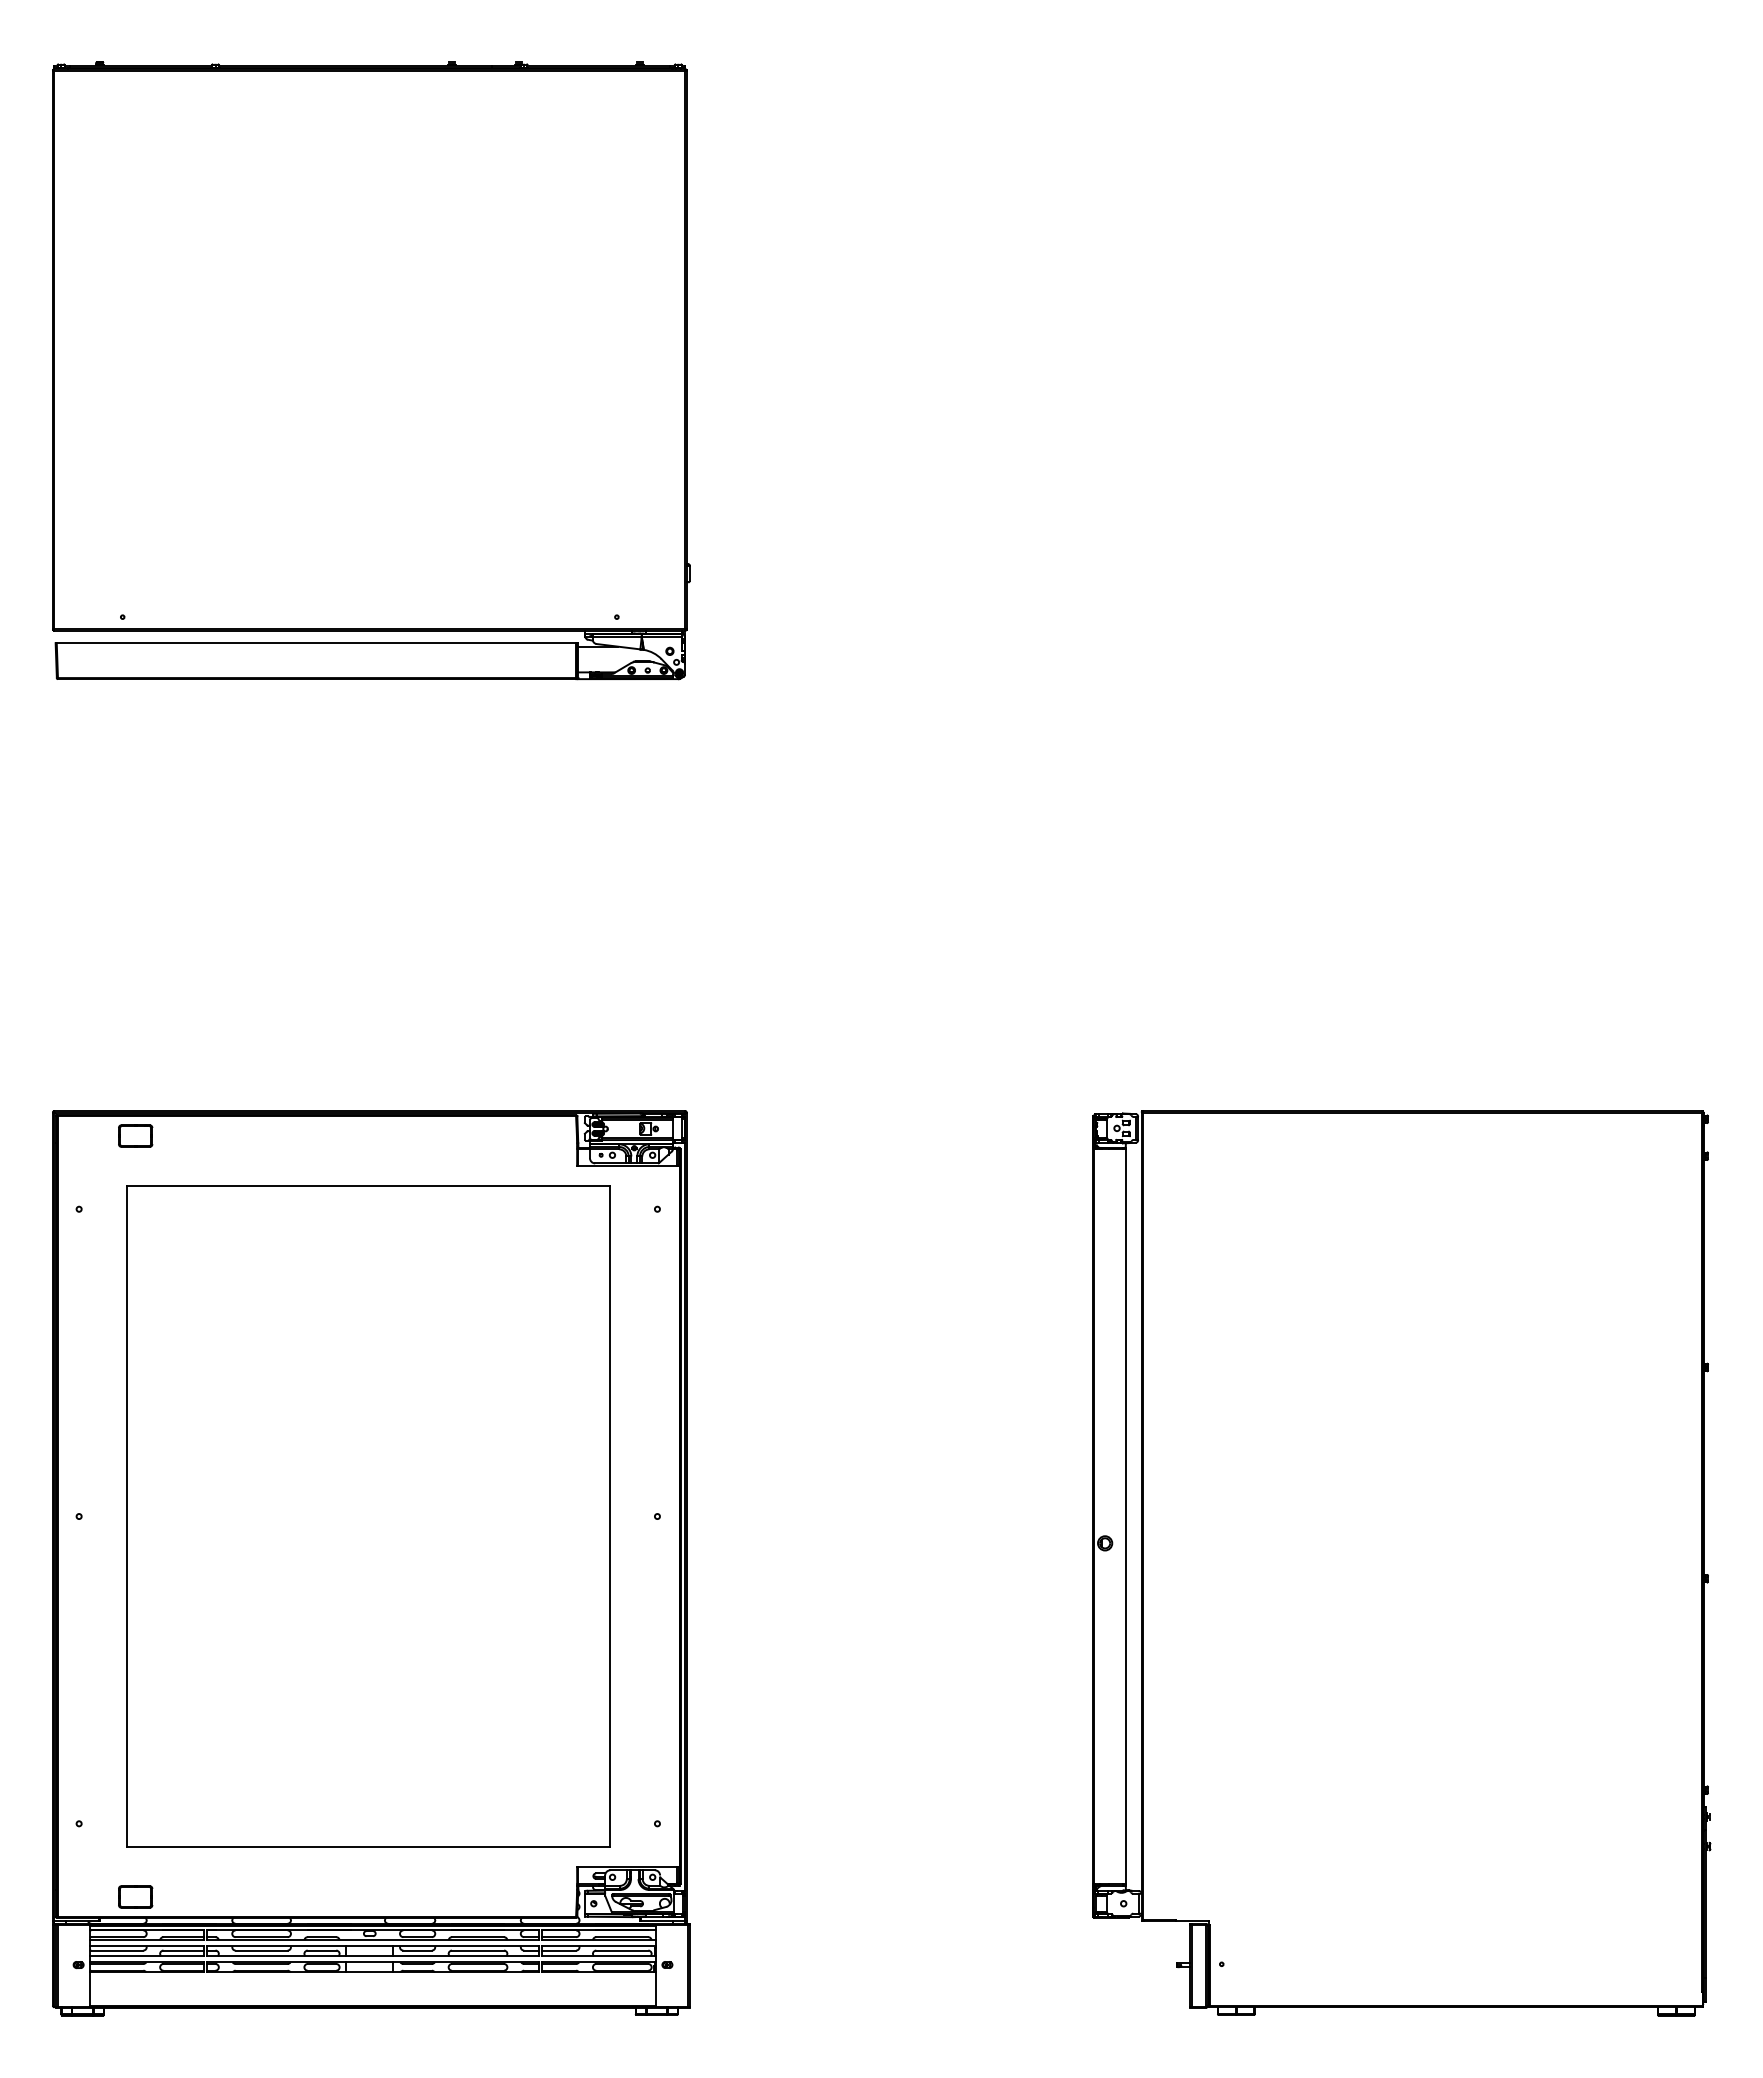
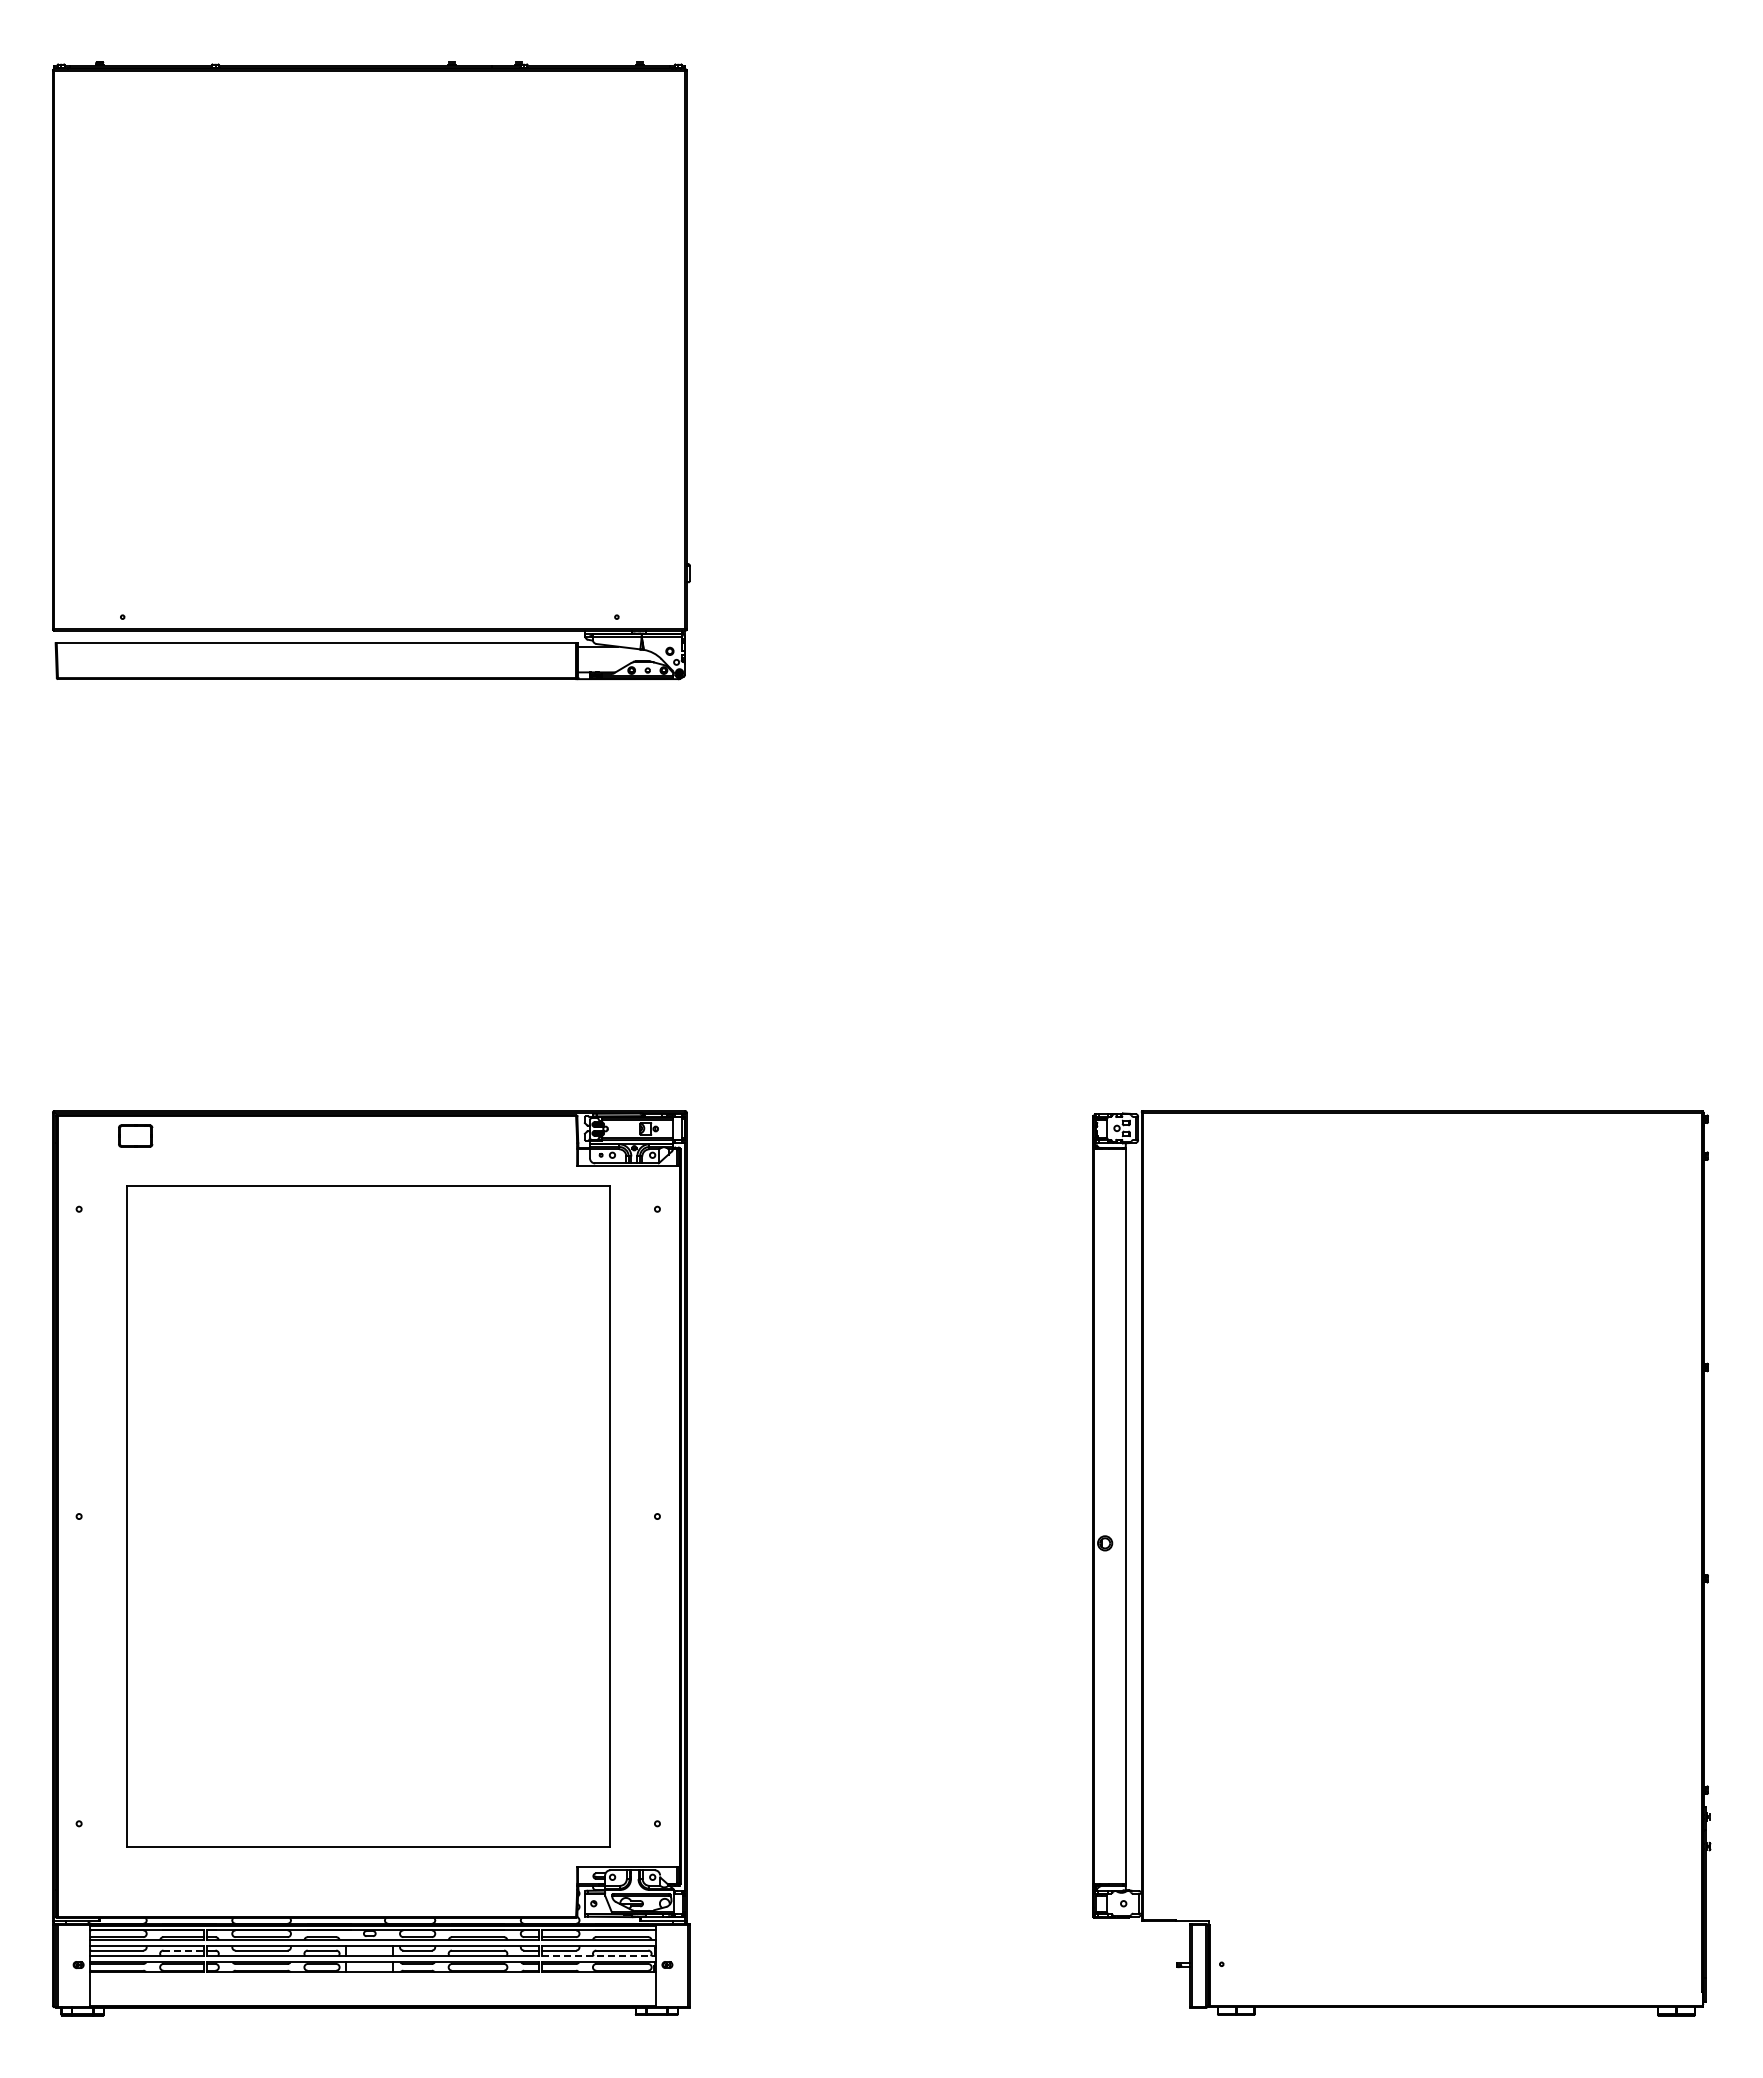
part at (135, 1896): present -> none
line at (184, 1950): solid -> dashed
line at (599, 1956): solid -> dashed
